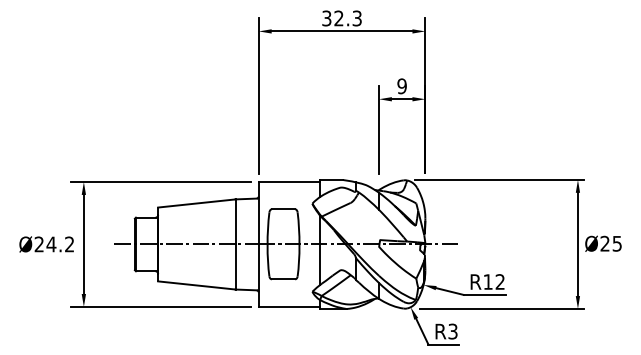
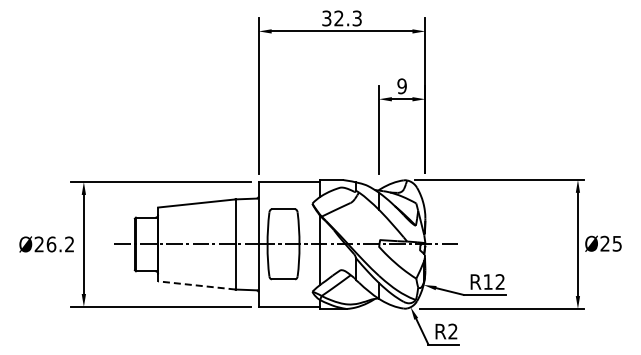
text at (51, 244): Ø24.2 -> Ø26.2
line at (196, 285): solid -> dashed
text at (452, 331): R3 -> R2
